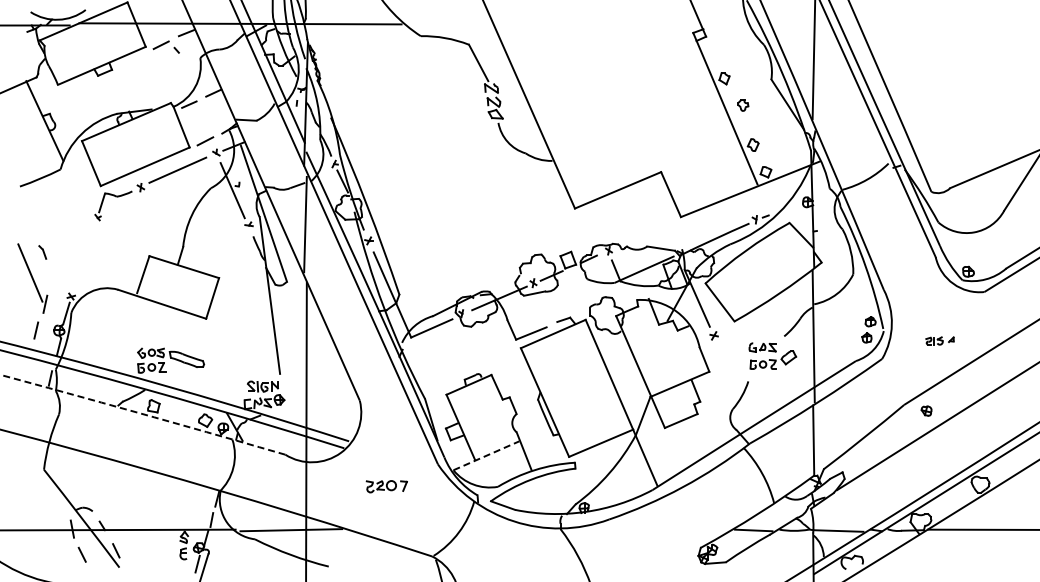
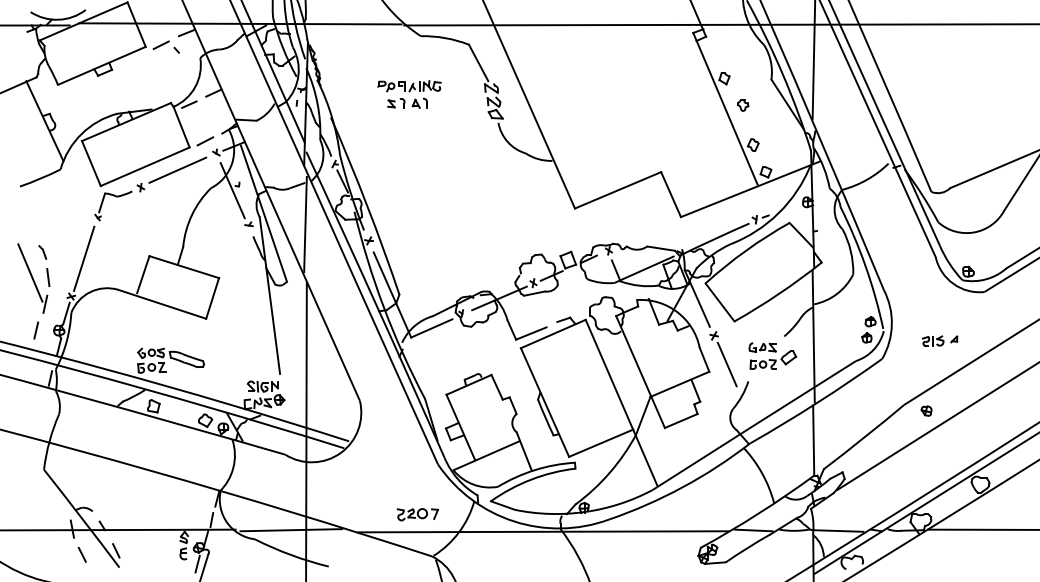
line at (720, 24): none -> present
part at (409, 94): none -> present
line at (84, 258): none -> present
line at (48, 277): none -> present
part at (939, 340) size: 30x10 px -> 38x12 px
line at (726, 364): none -> present
arc at (143, 414): dashed -> solid
line at (486, 455): dashed -> solid
part at (386, 486) position: (386, 486) -> (417, 514)
line at (543, 531): none -> present
